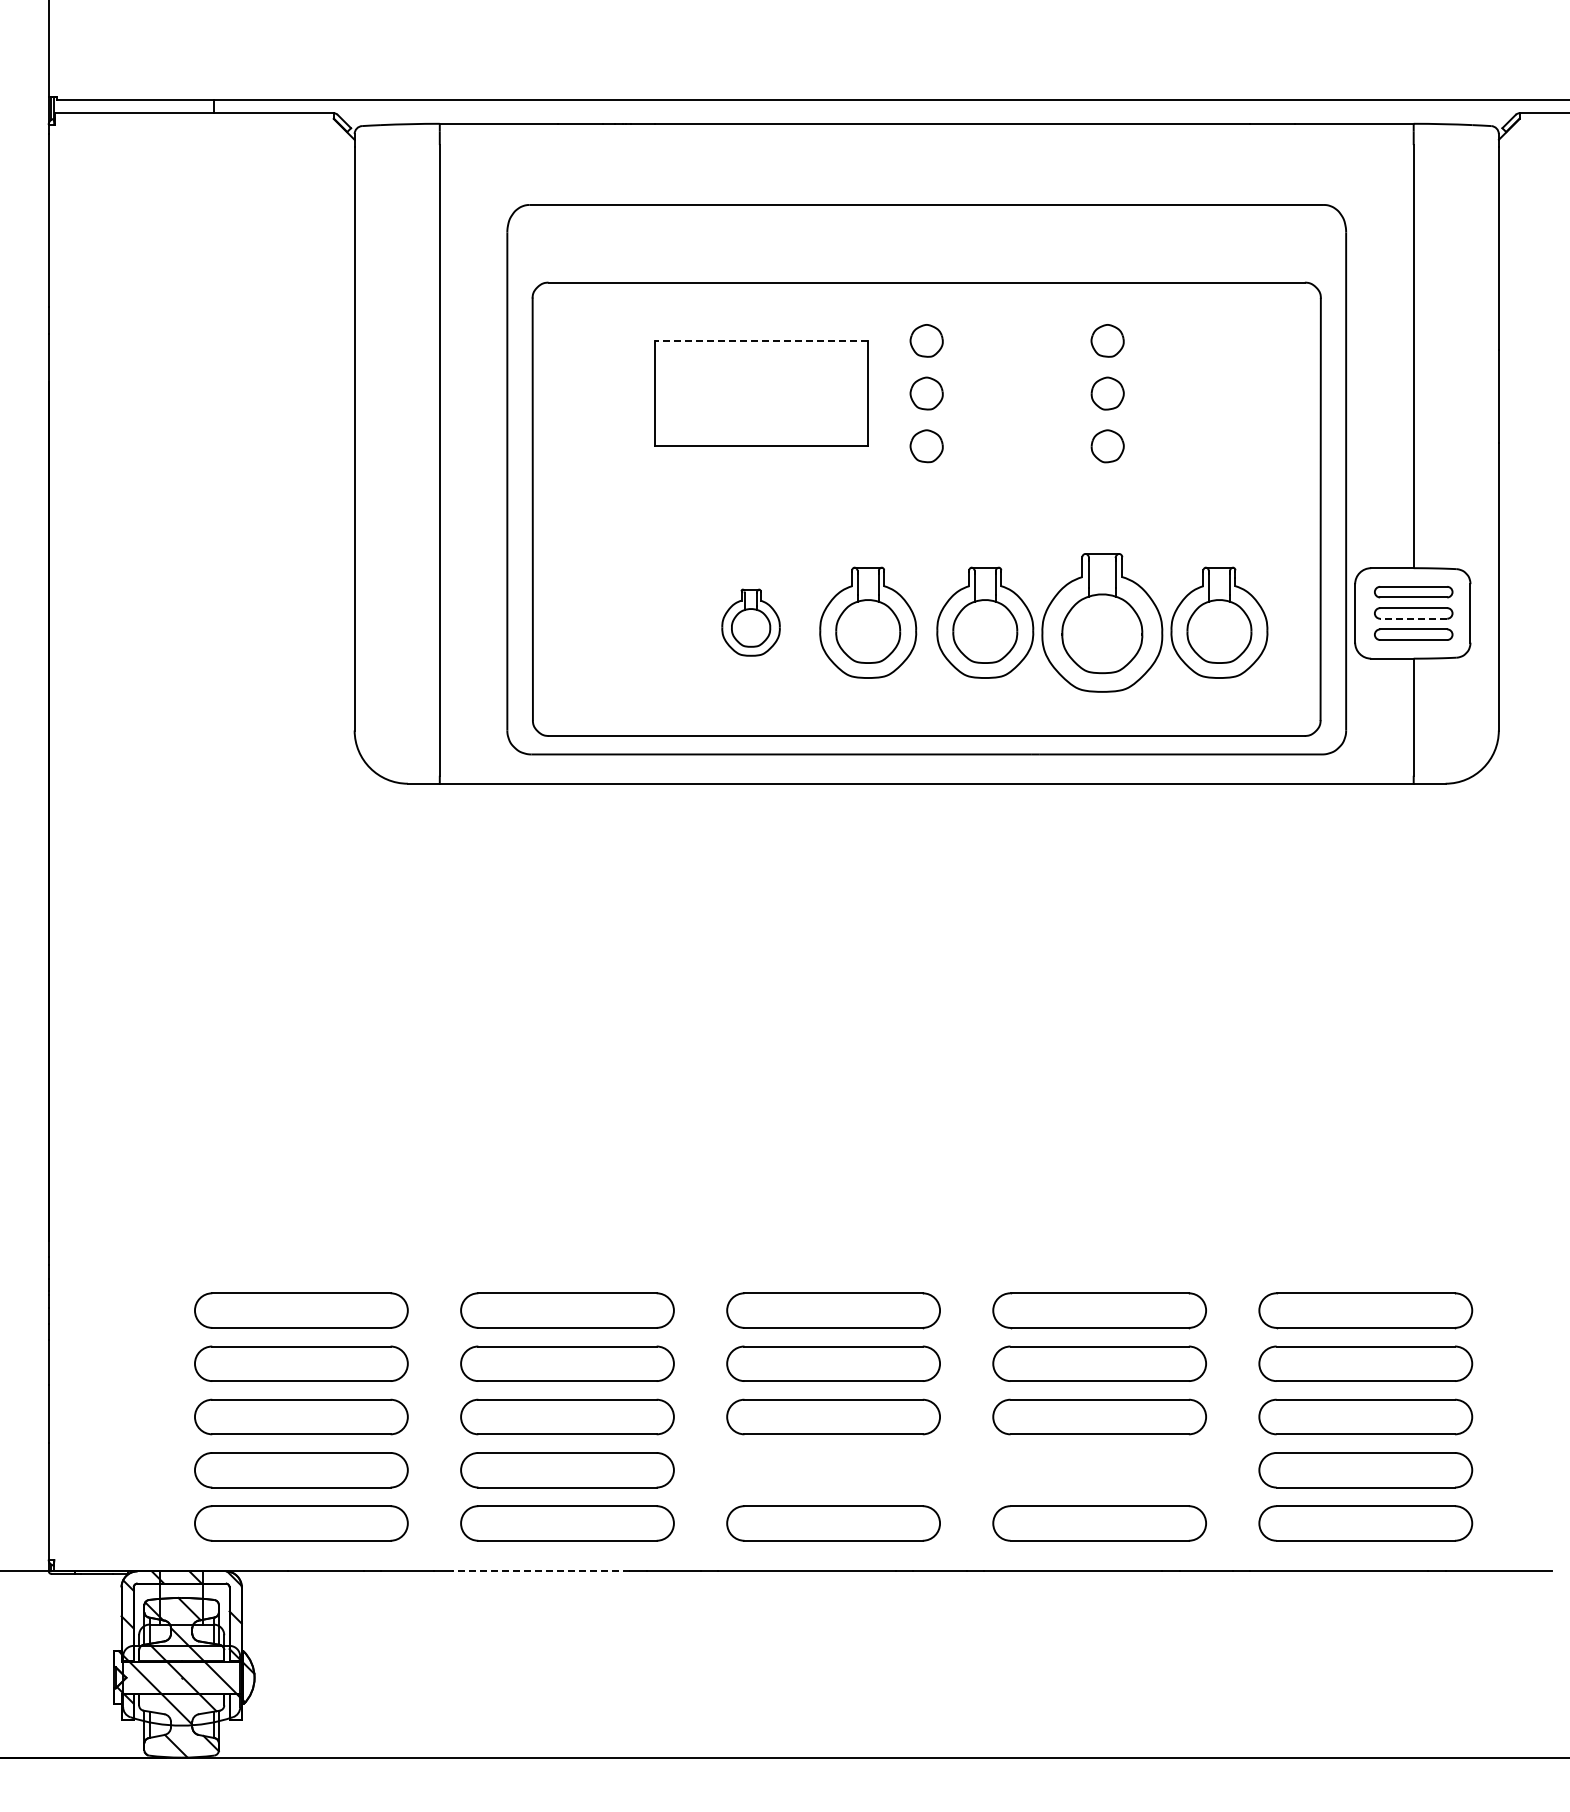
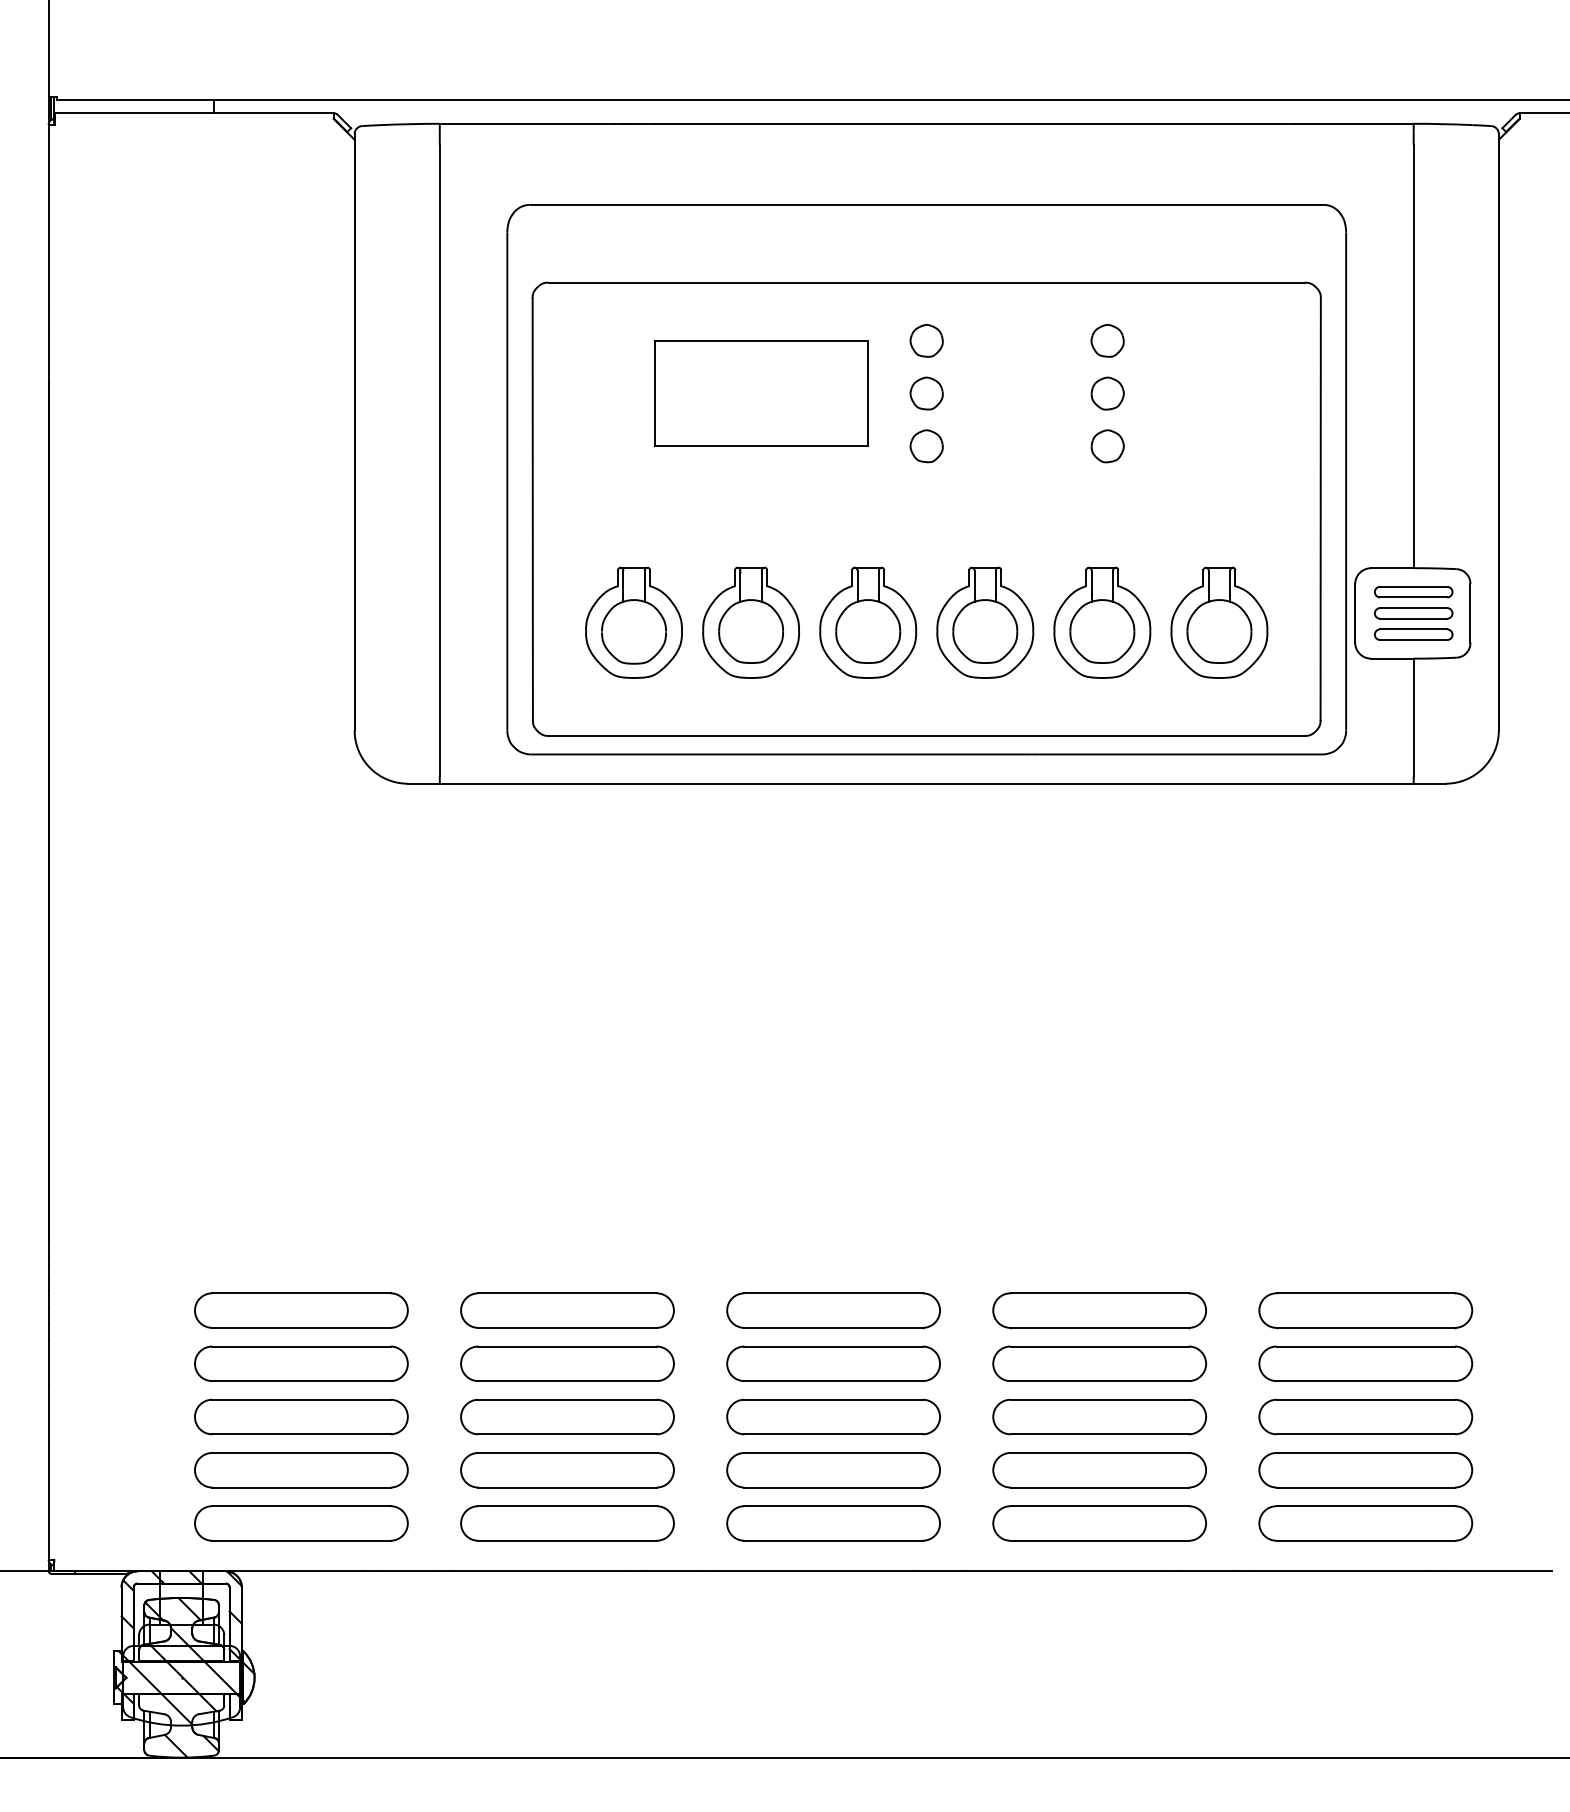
line at (761, 341): dashed -> solid
line at (1413, 618): dashed -> solid
part at (633, 622): none -> present
part at (750, 622) size: 60x69 px -> 98x113 px
part at (1102, 622) size: 123x140 px -> 99x113 px
part at (833, 1470): none -> present
part at (1099, 1470): none -> present
line at (540, 1571): dashed -> solid
